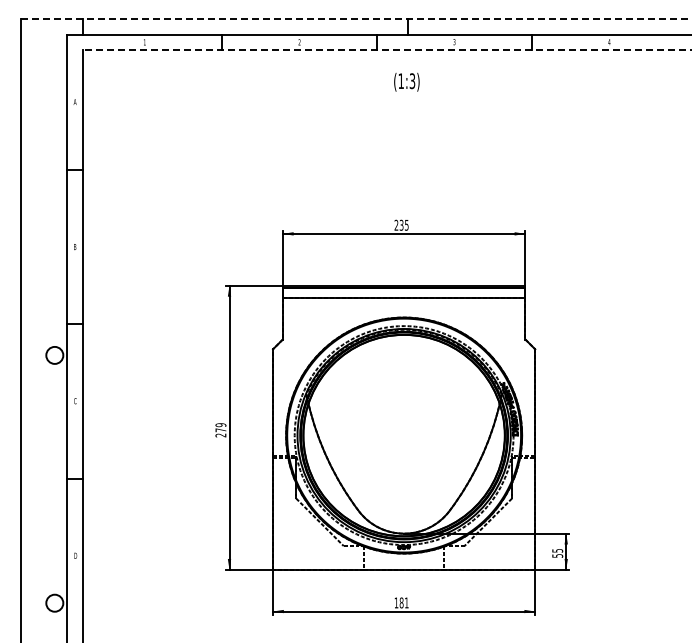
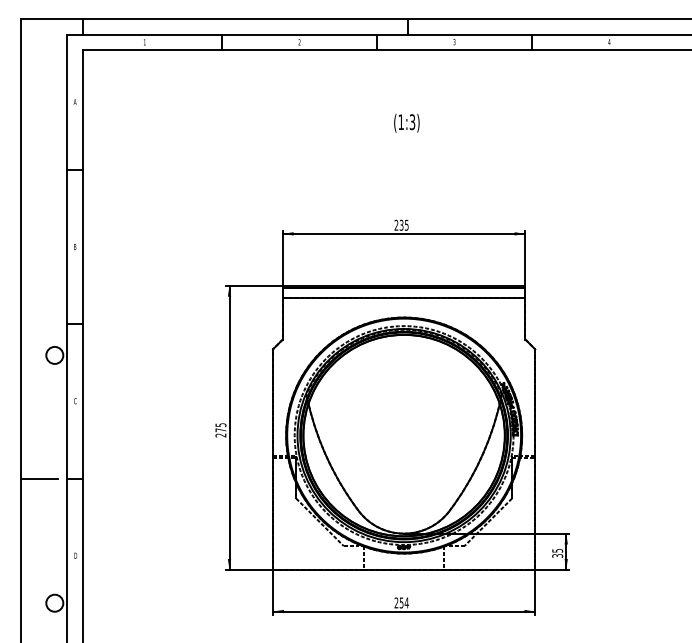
line at (356, 19): dashed -> solid
line at (386, 50): dashed -> solid
text at (406, 81) position: (406, 81) -> (406, 122)
text at (220, 425): 279 -> 275
line at (38, 479): none -> present
text at (556, 555): 55 -> 35
text at (401, 602): 181 -> 254
